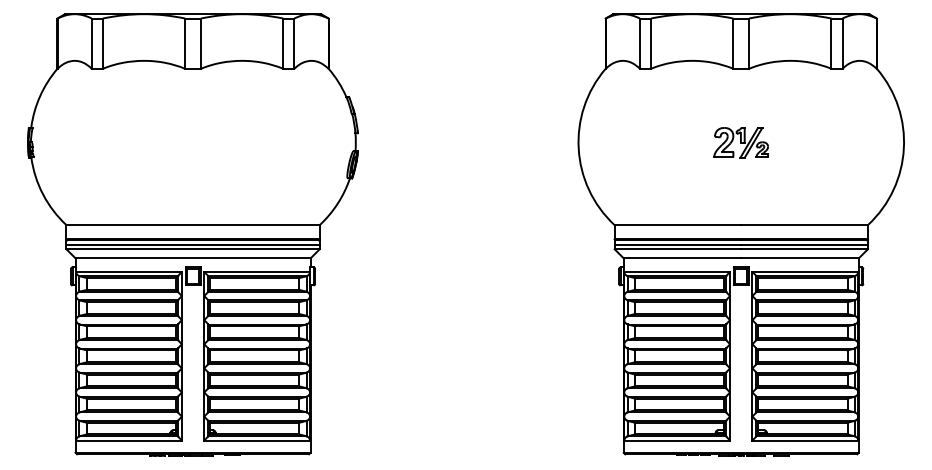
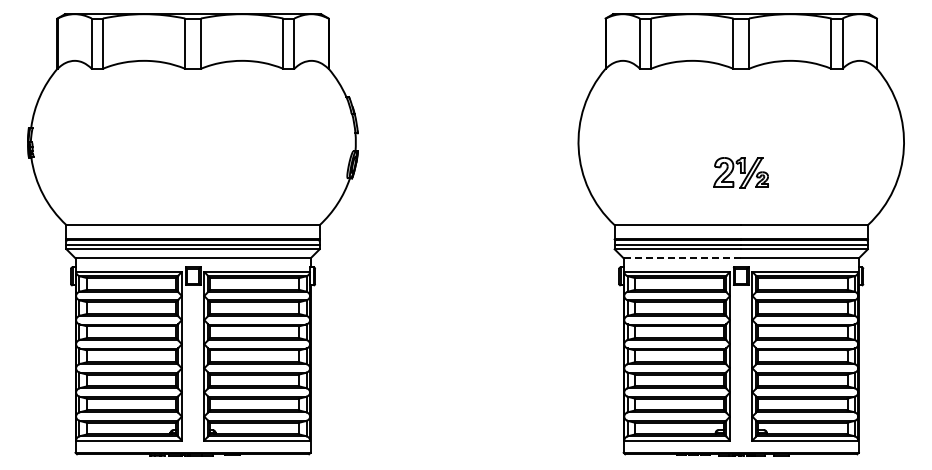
part at (740, 142) position: (740, 142) -> (740, 172)
line at (682, 258): solid -> dashed
